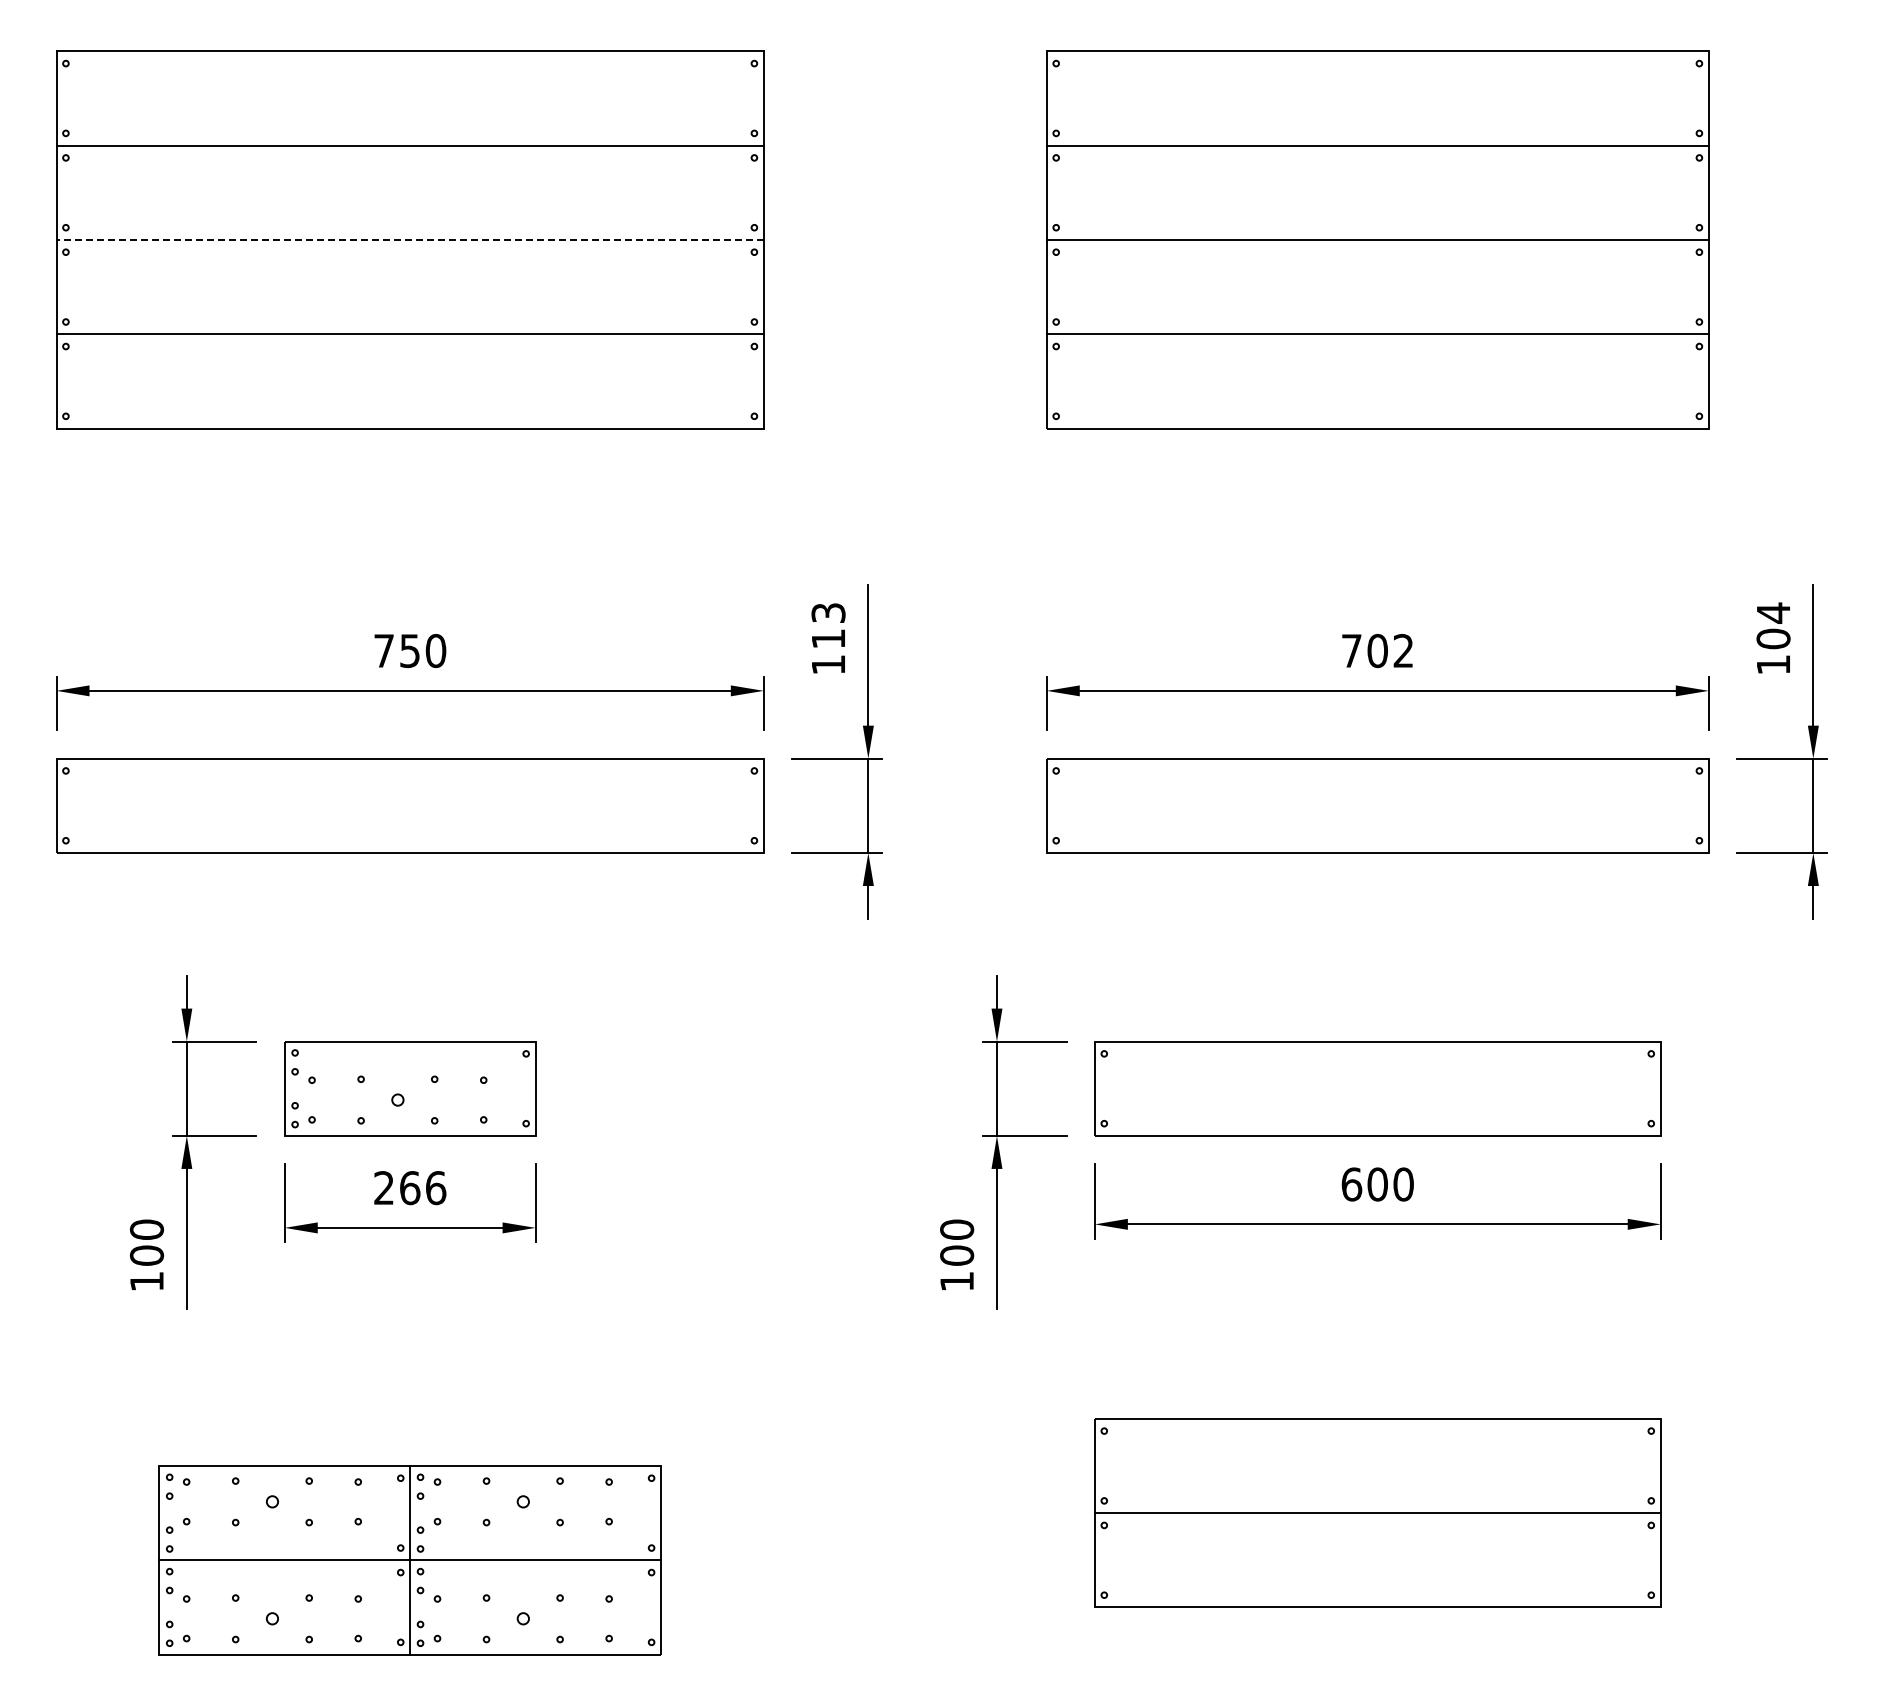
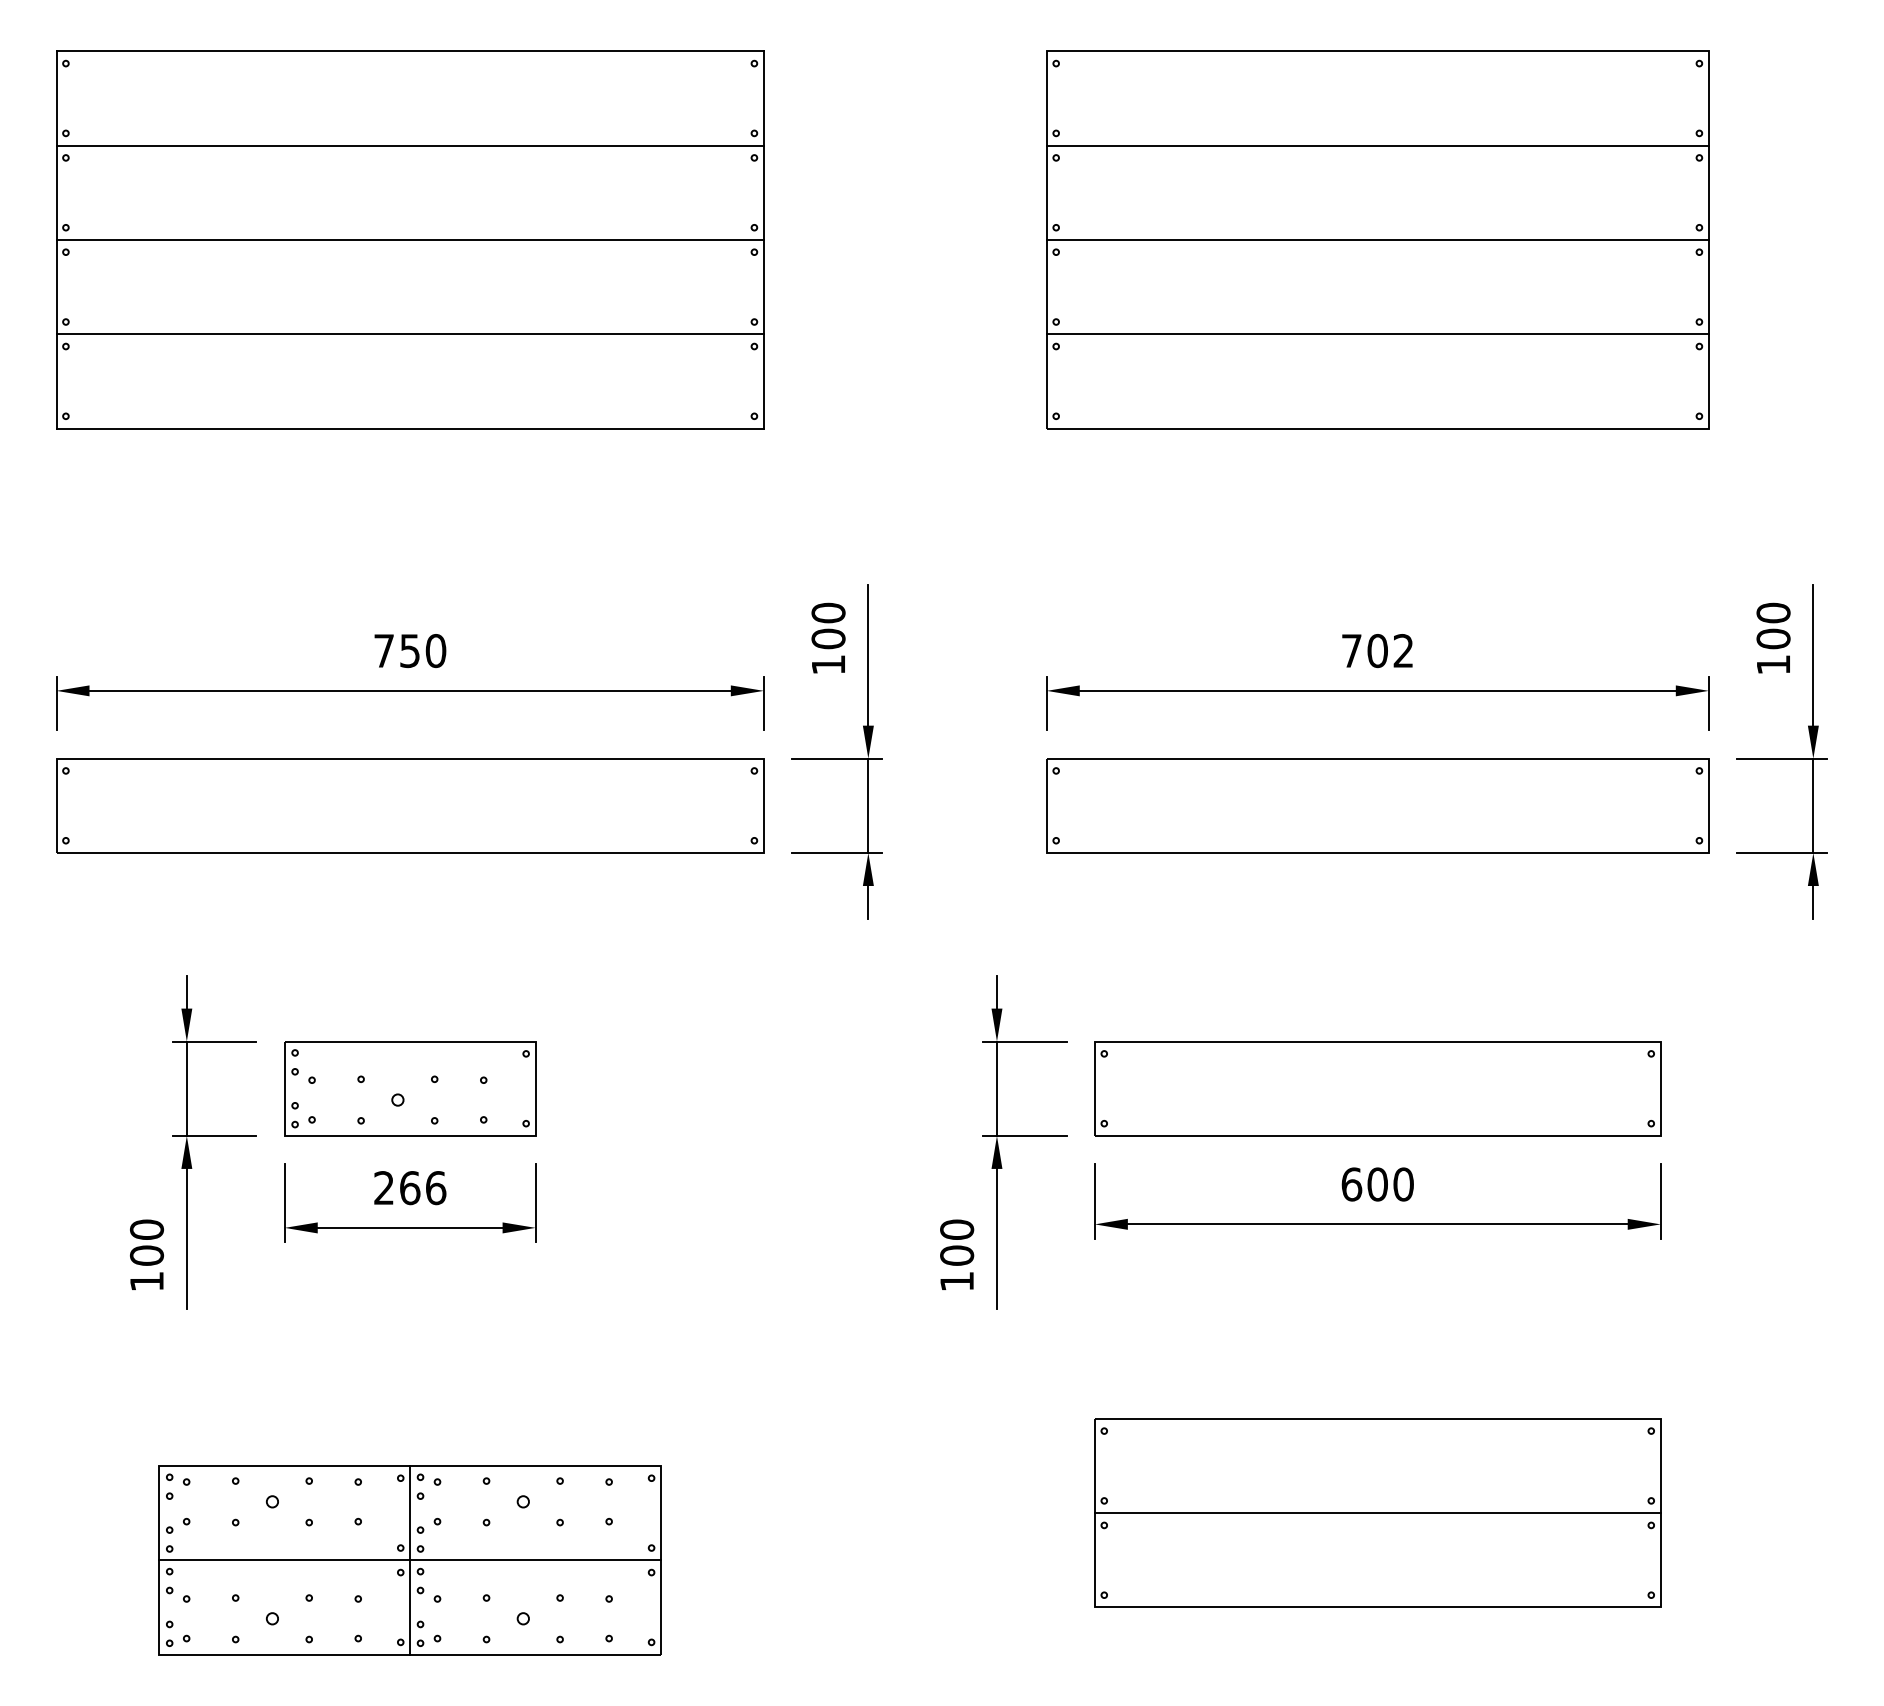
line at (410, 239): dashed -> solid
text at (1773, 612): 104 -> 100
text at (828, 625): 113 -> 100
